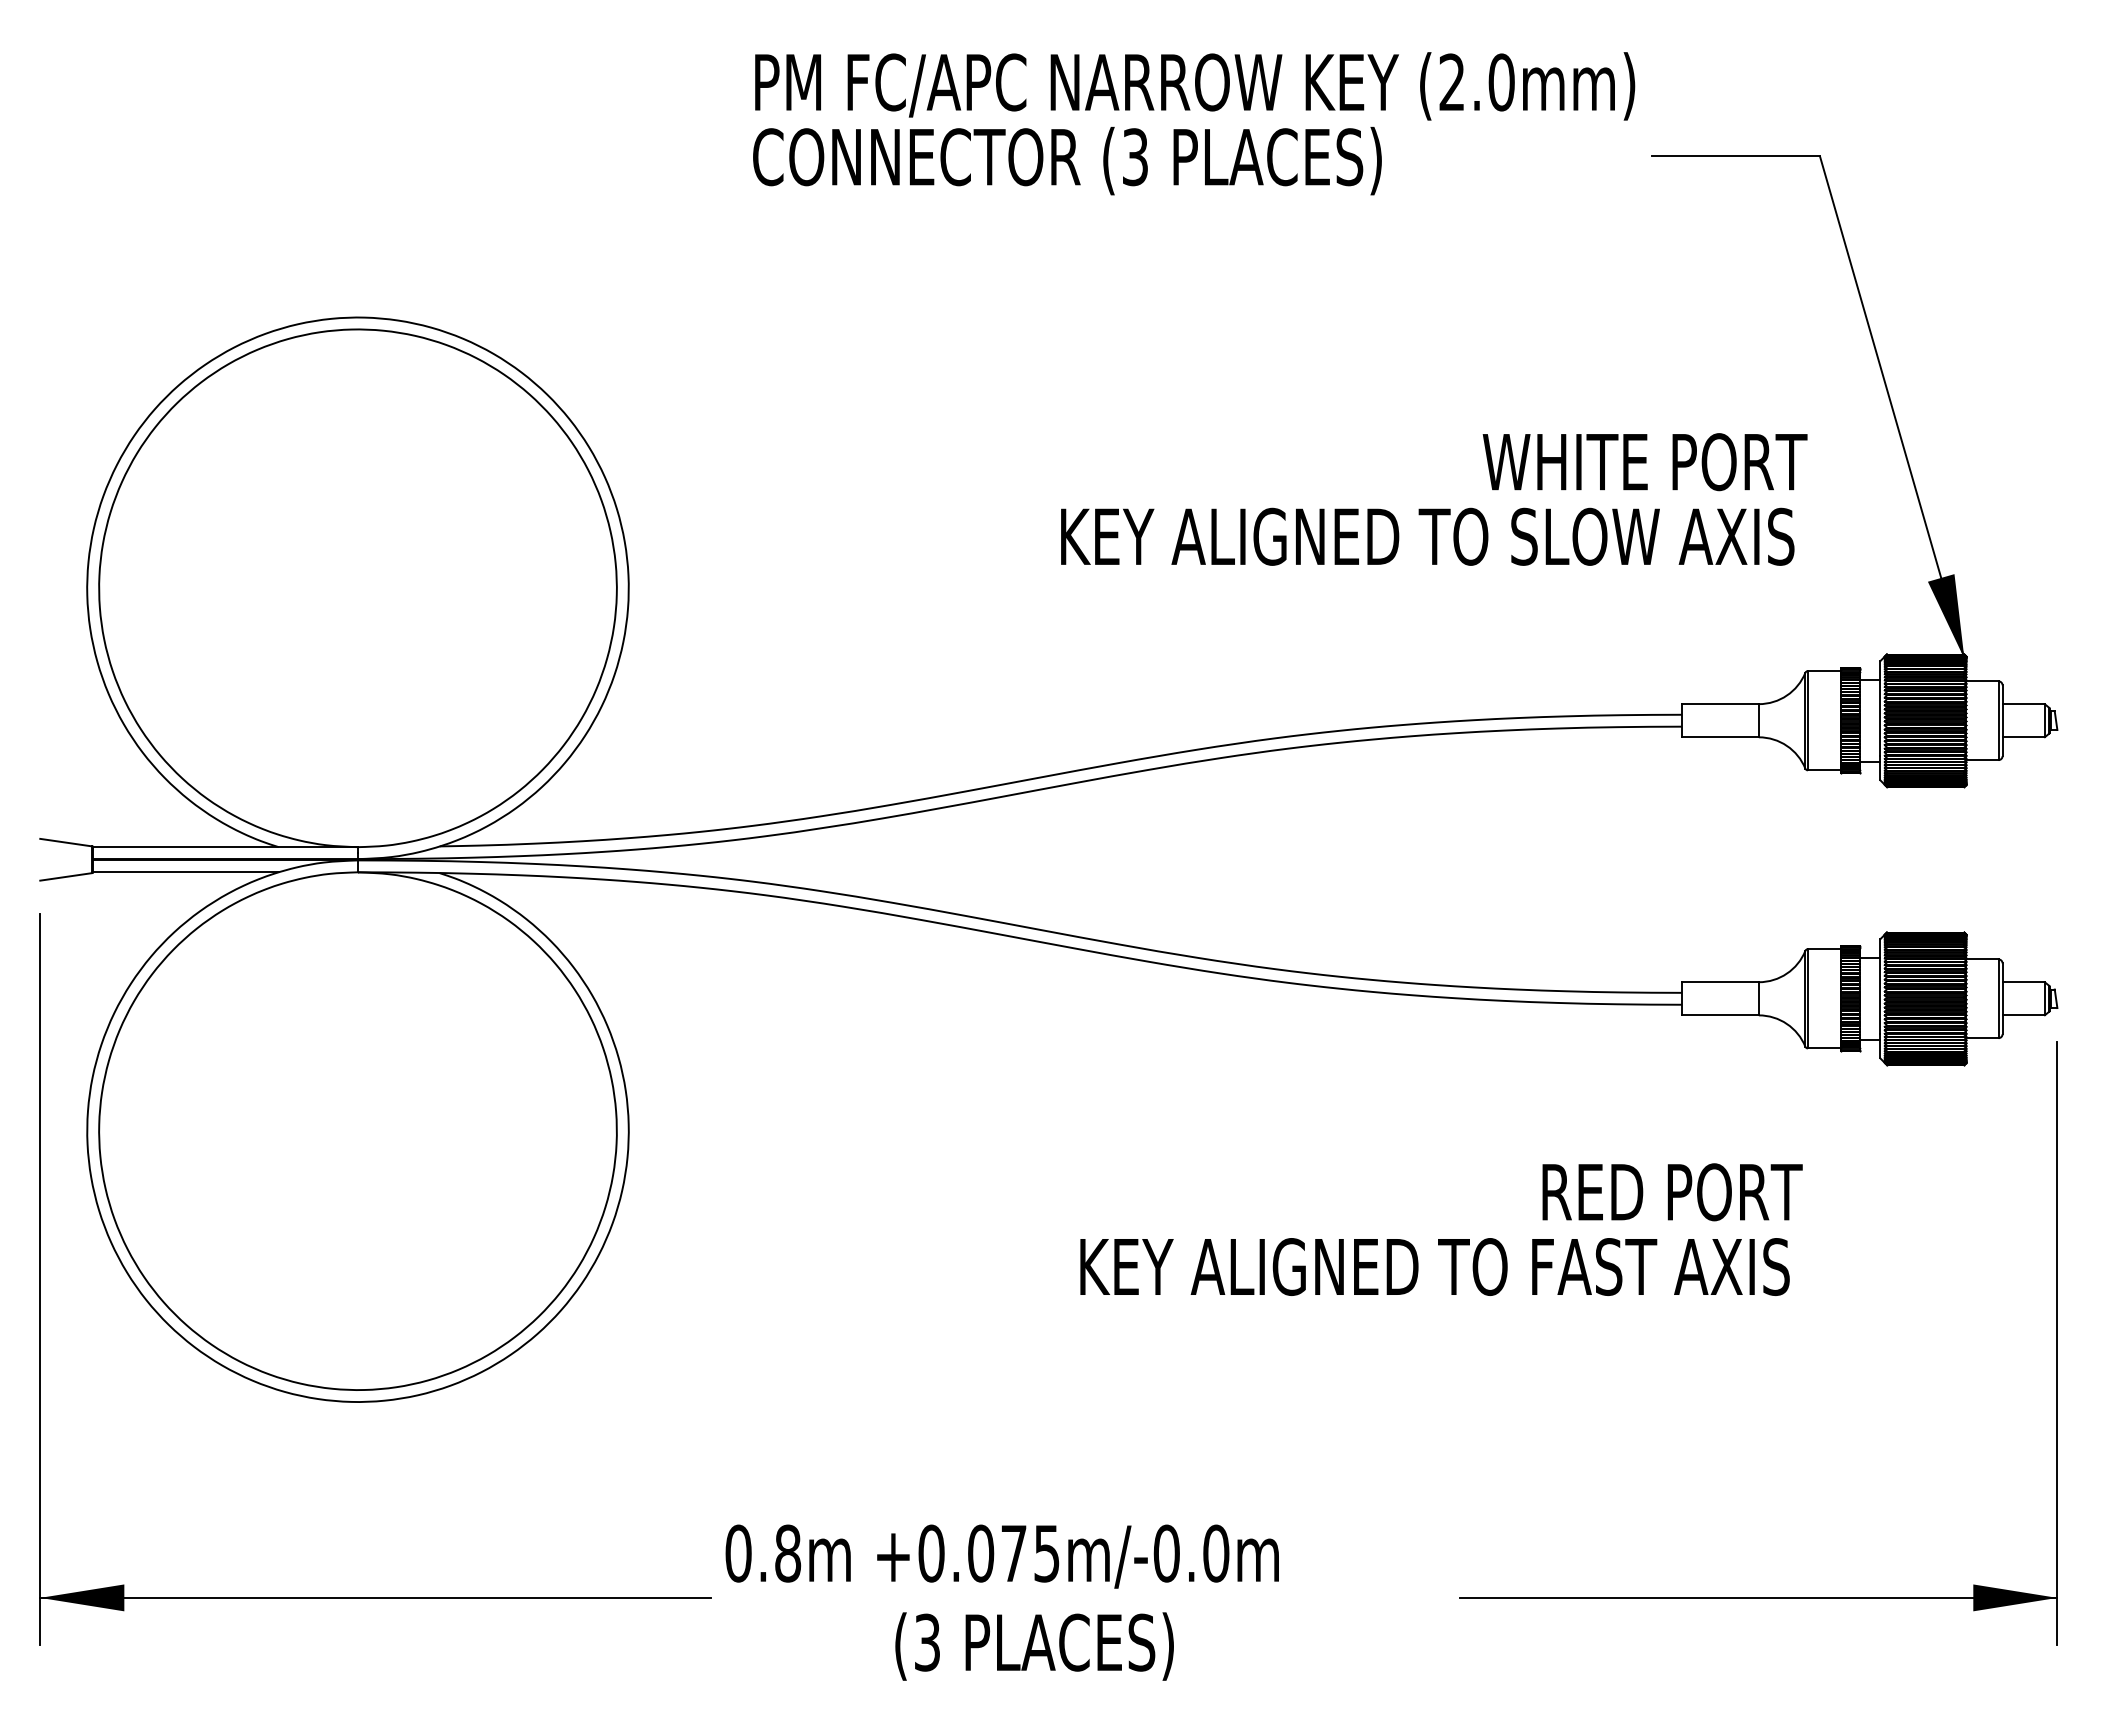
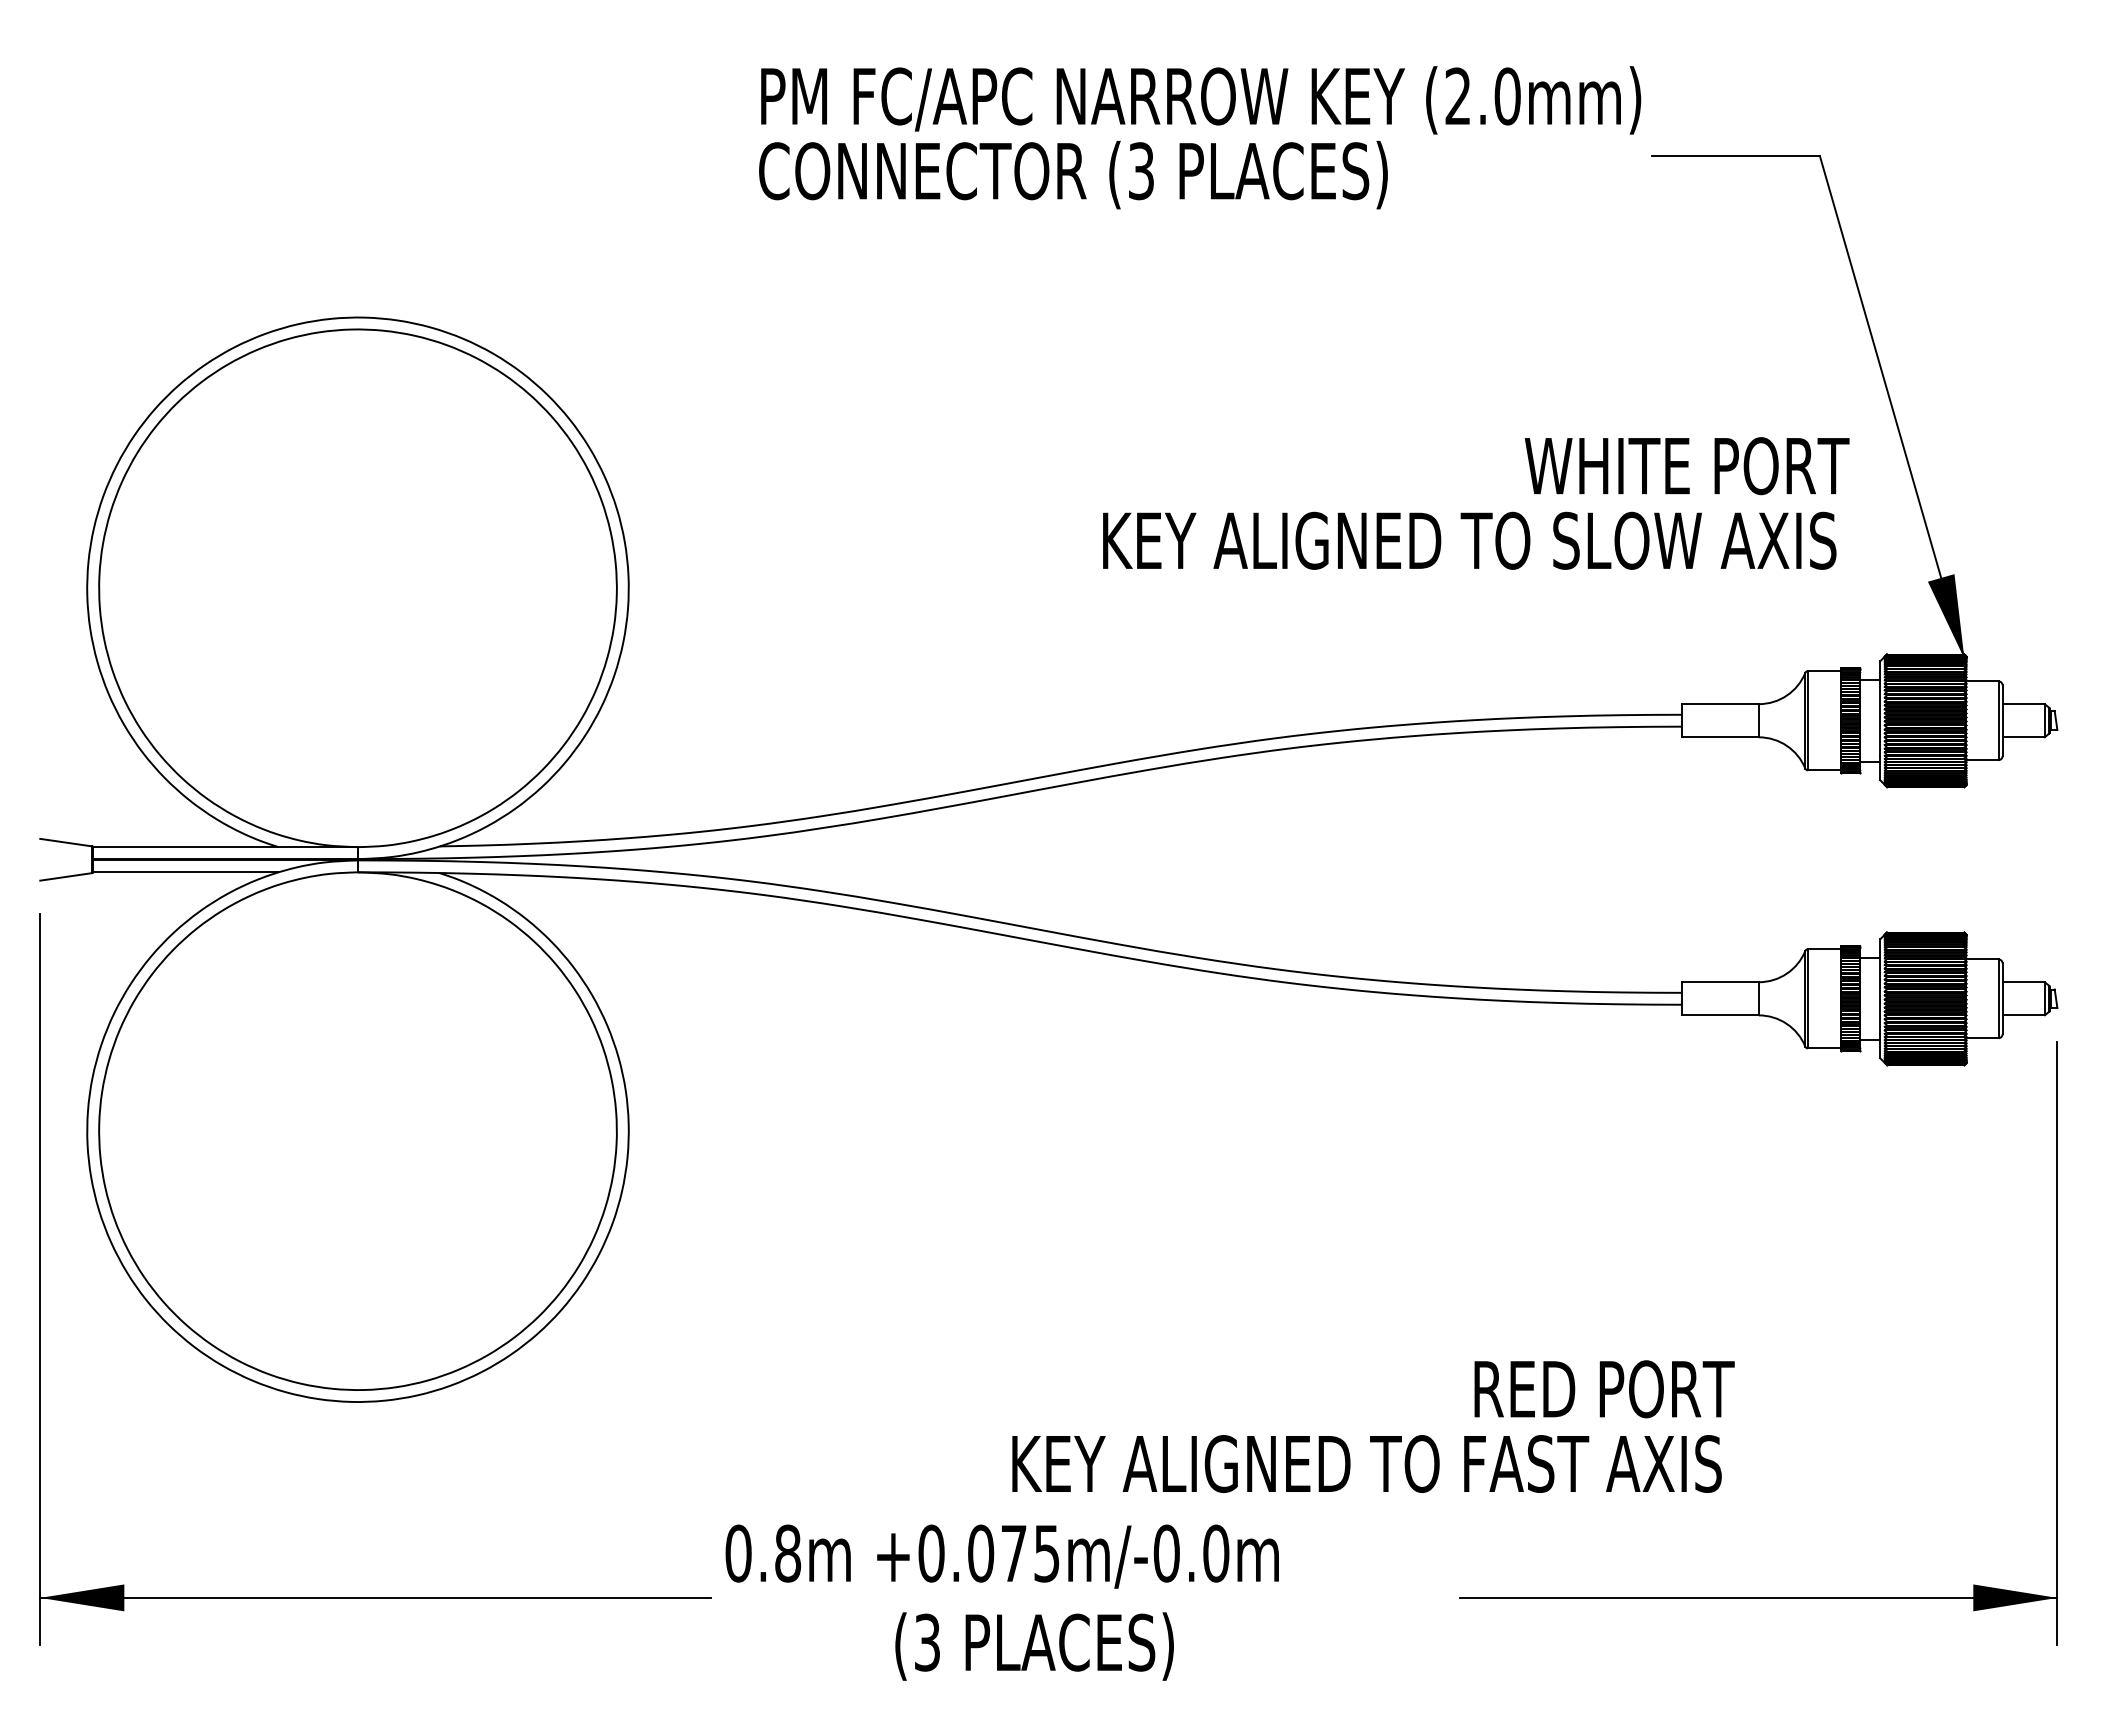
text at (1194, 123) position: (1194, 123) -> (1200, 137)
text at (1434, 499) position: (1434, 499) -> (1476, 503)
text at (1441, 1229) position: (1441, 1229) -> (1373, 1426)
